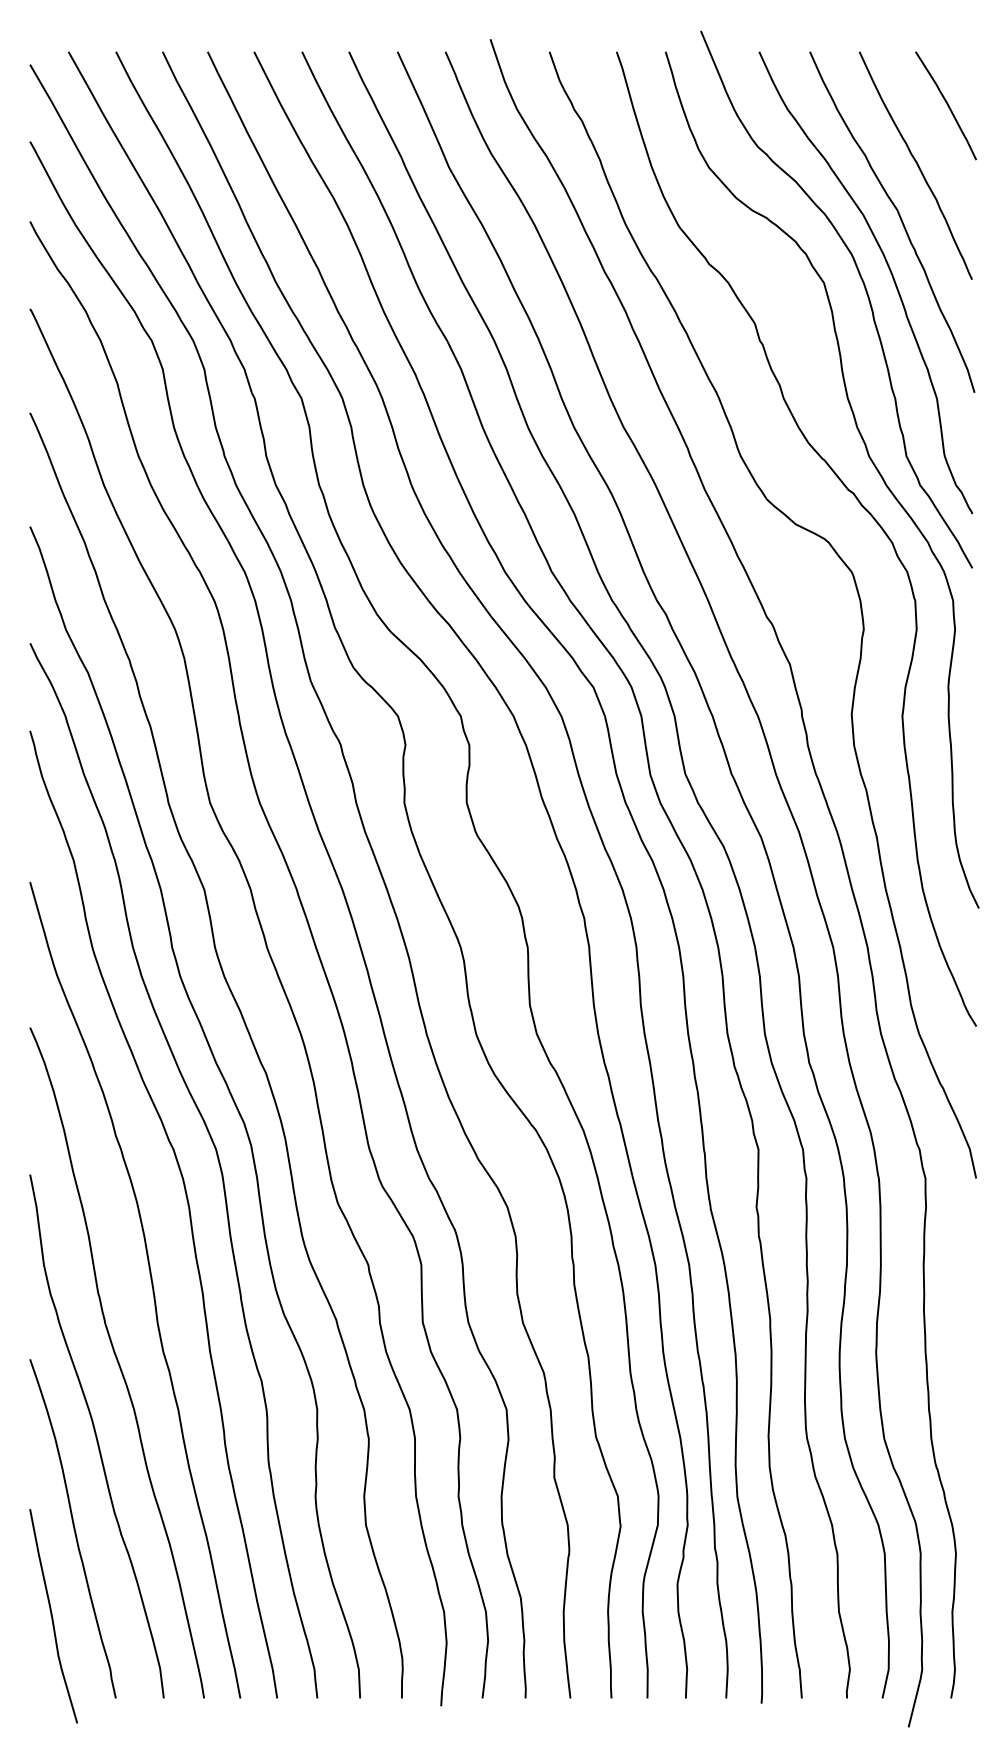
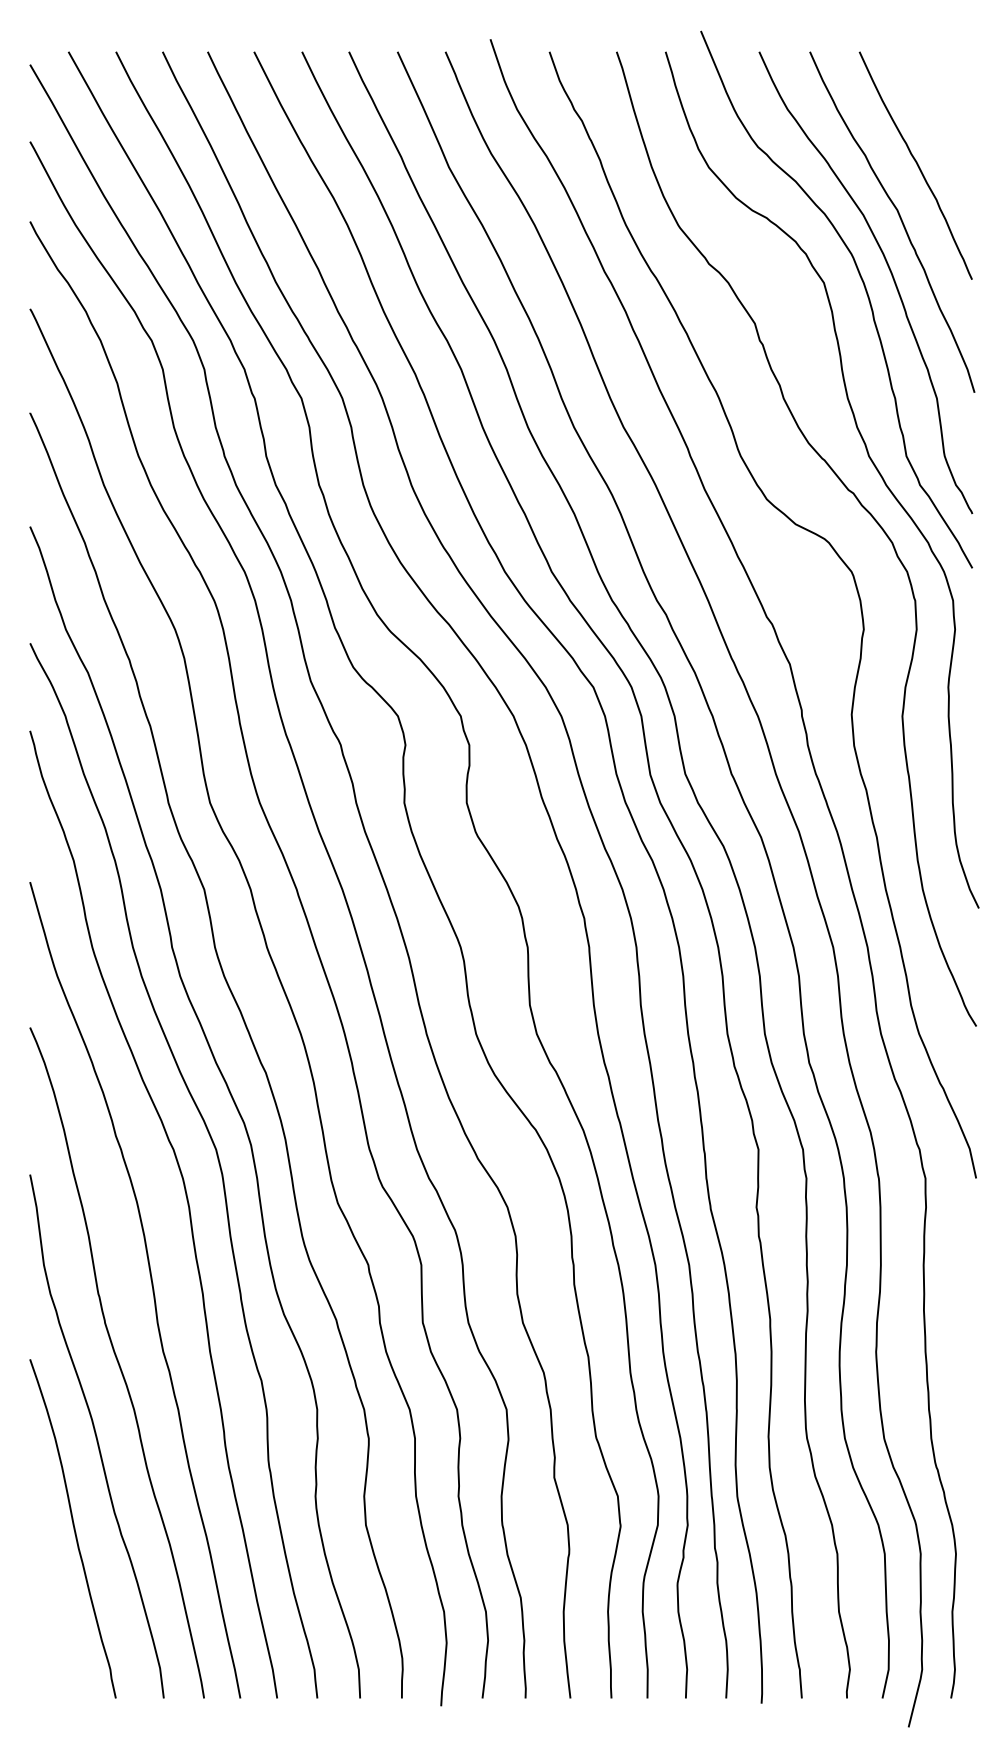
curve at (946, 104): present -> none
curve at (52, 1616): present -> none
